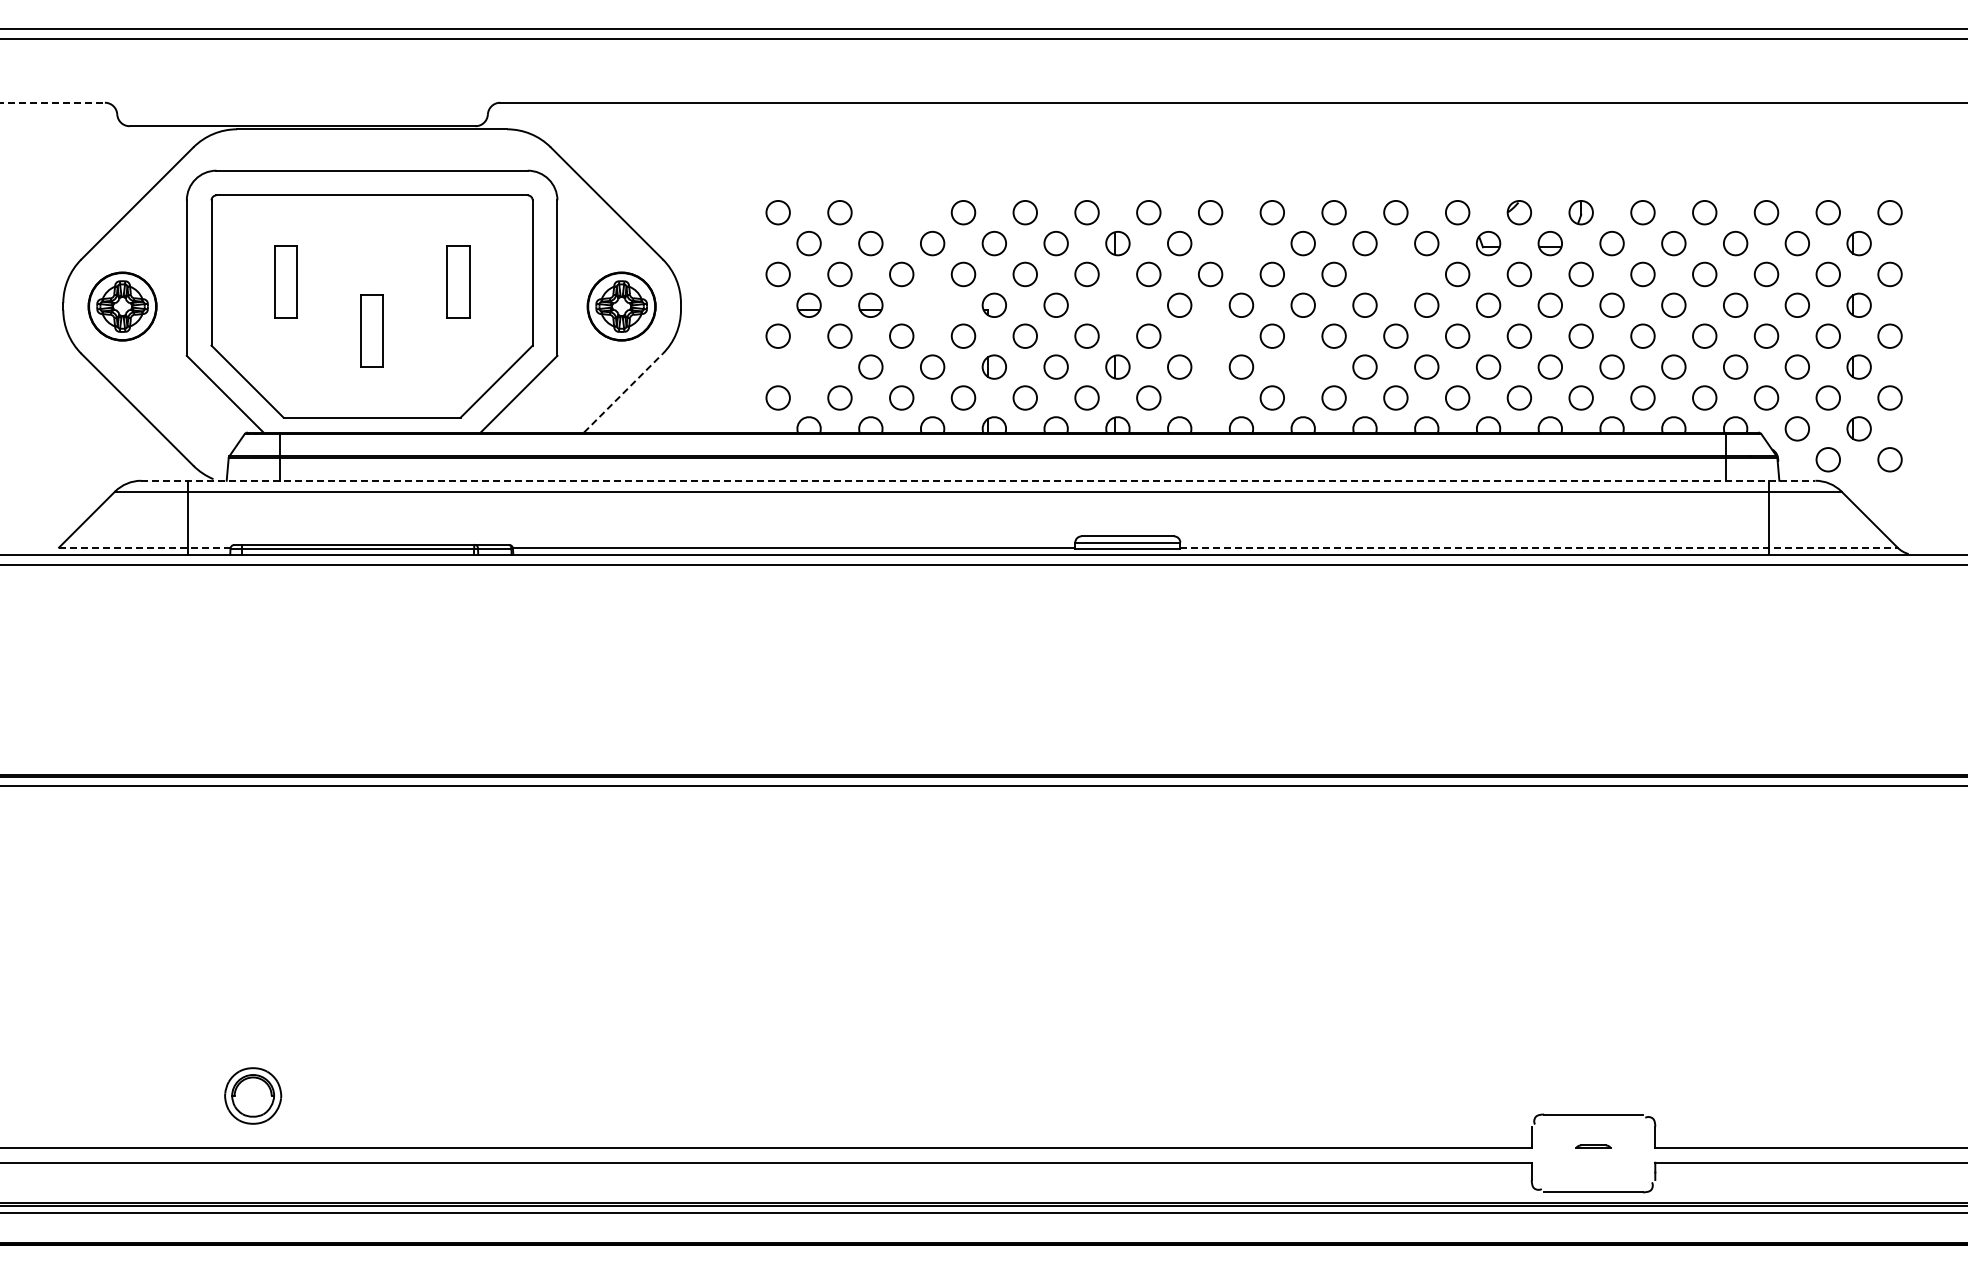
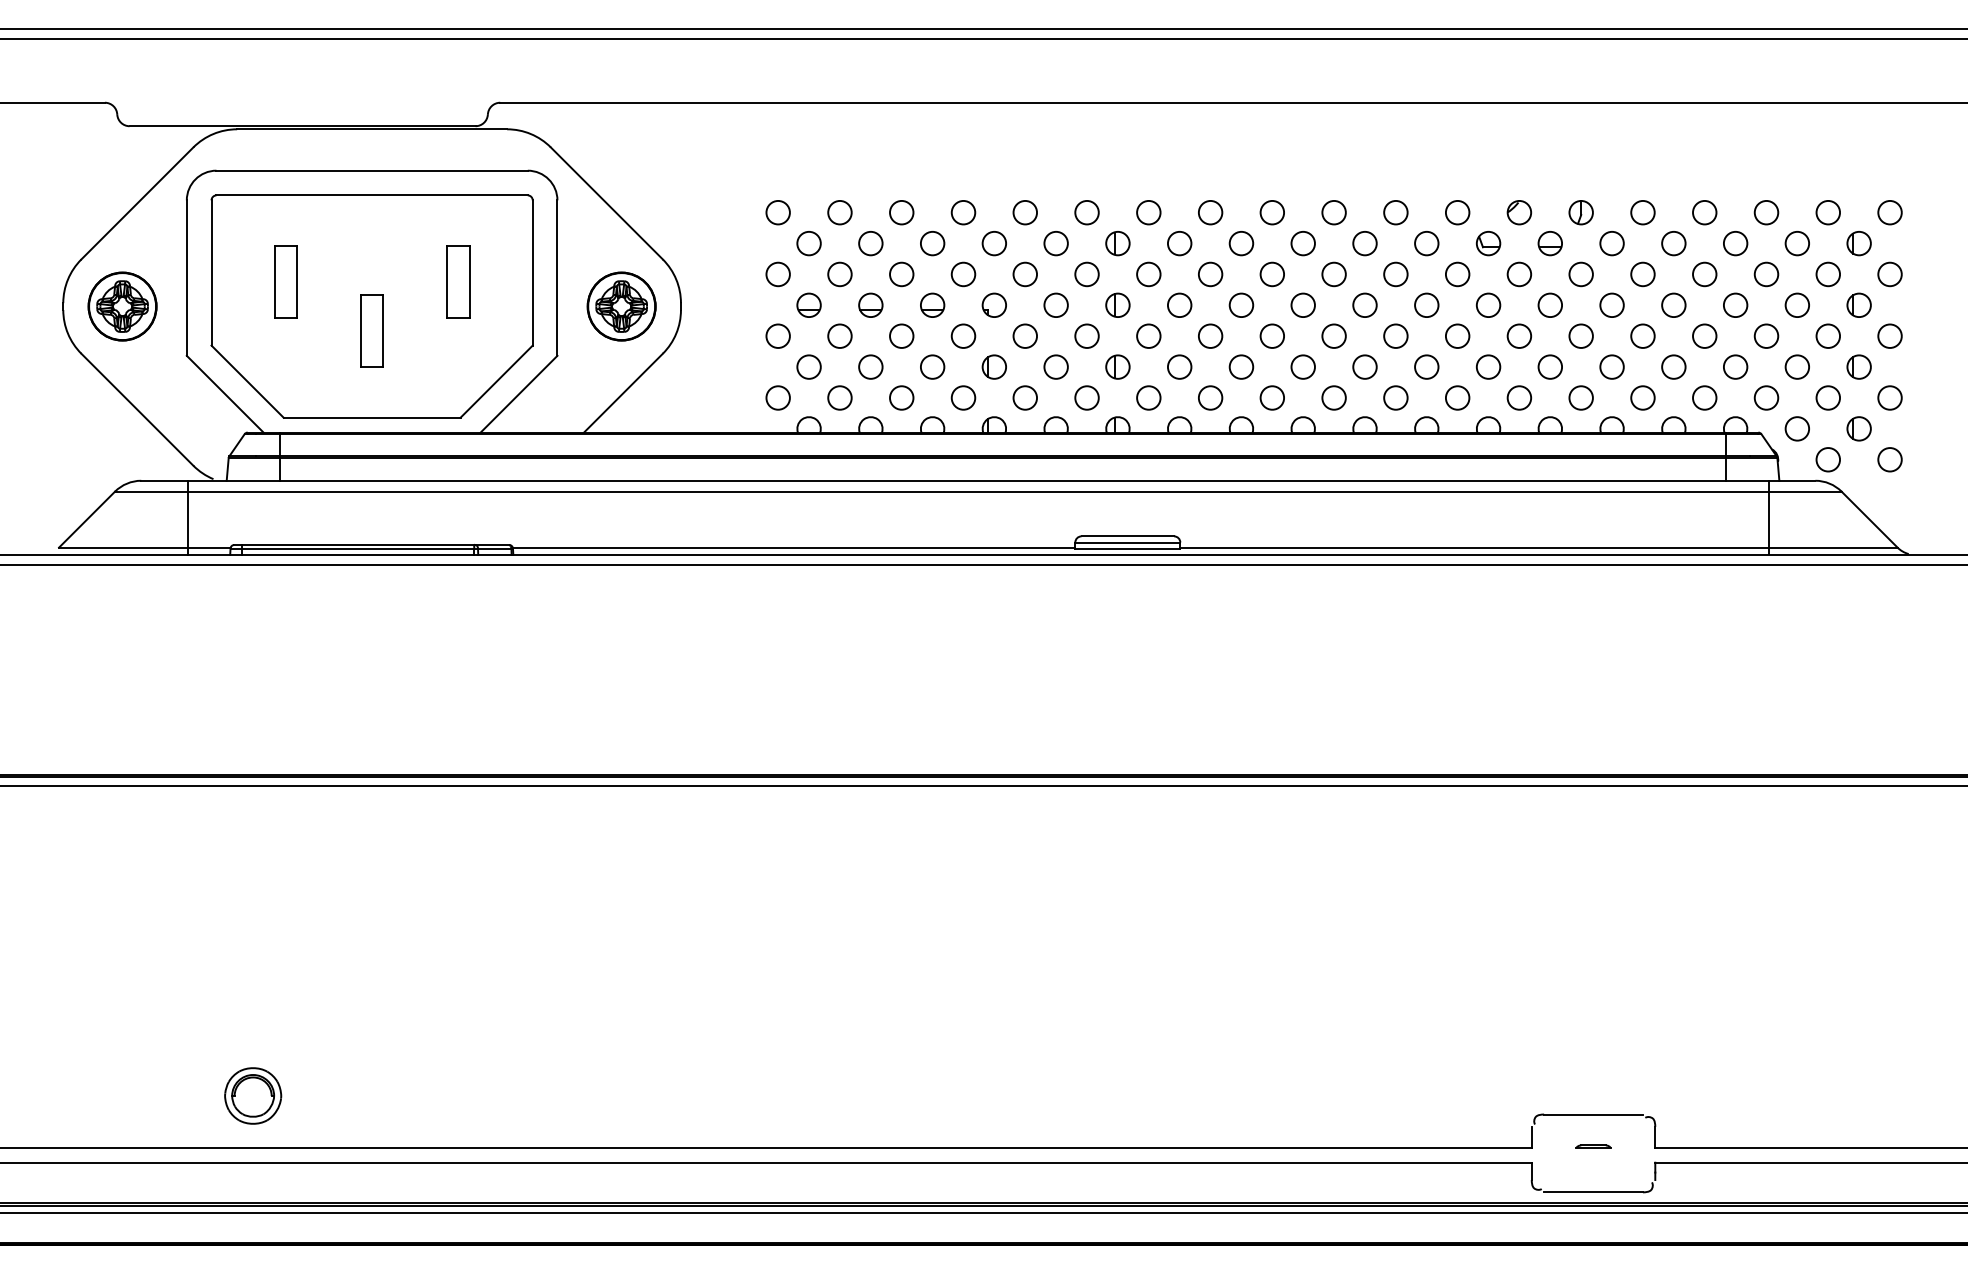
line at (52, 102): dashed -> solid
circle at (901, 212): none -> present
circle at (1241, 243): none -> present
circle at (1395, 274): none -> present
part at (932, 304): none -> present
part at (1117, 304): none -> present
circle at (1210, 335): none -> present
circle at (808, 366): none -> present
circle at (1302, 366): none -> present
line at (623, 393): dashed -> solid
circle at (1210, 397): none -> present
line at (978, 480): dashed -> solid
line at (144, 547): dashed -> solid
line at (1538, 547): dashed -> solid
